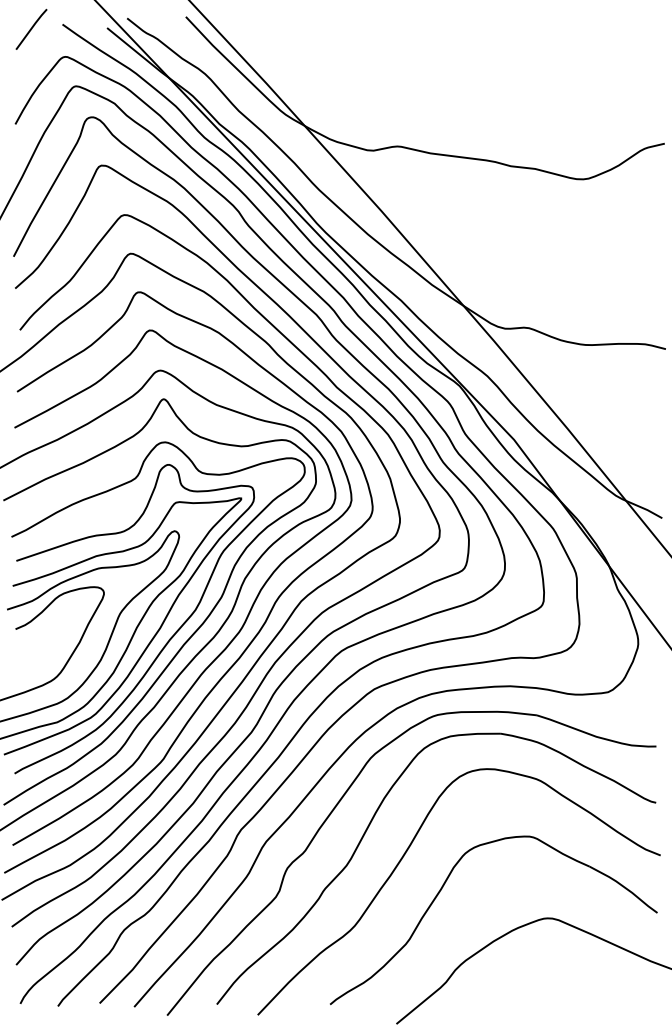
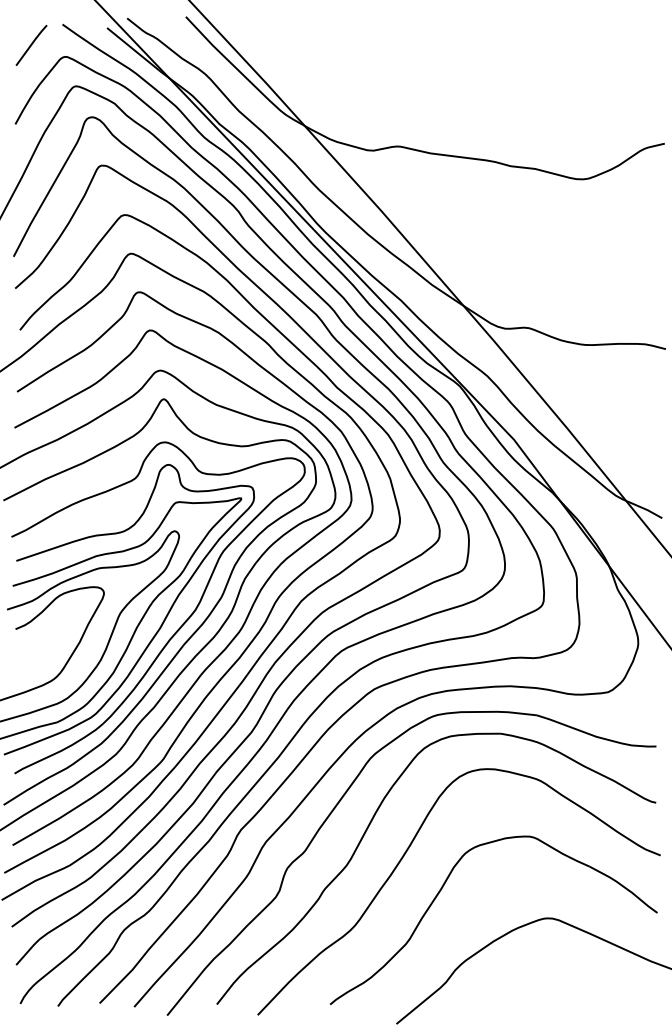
line at (31, 28) position: (31, 28) -> (31, 44)
